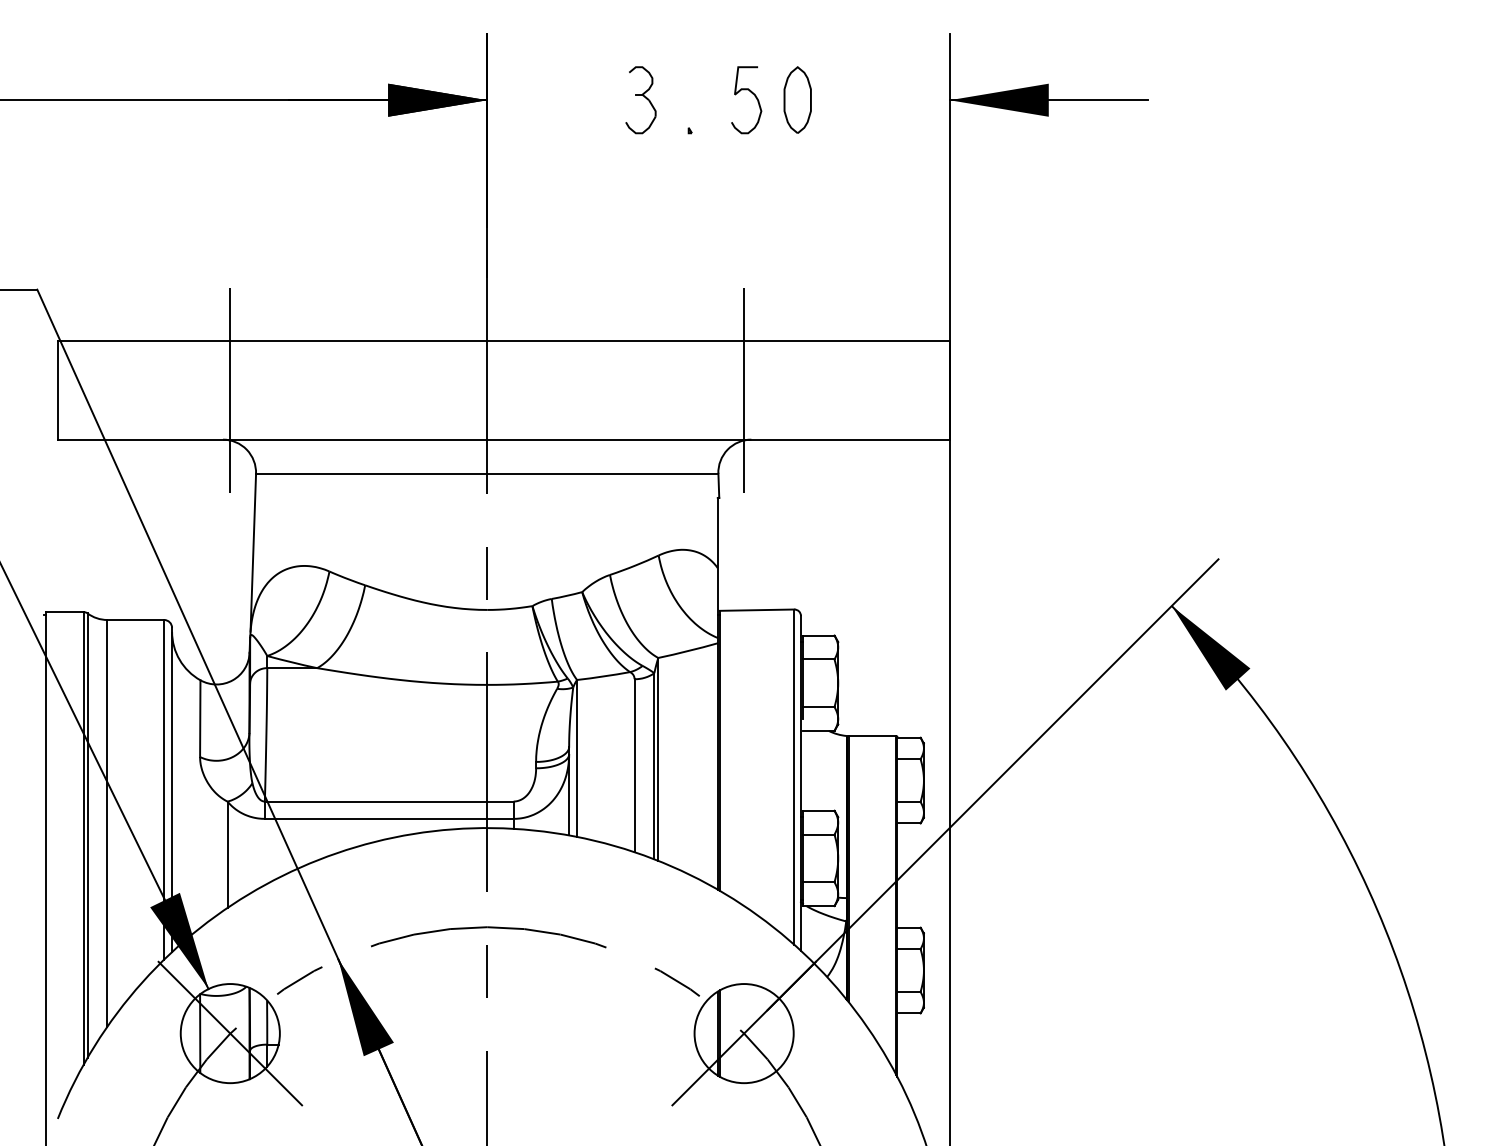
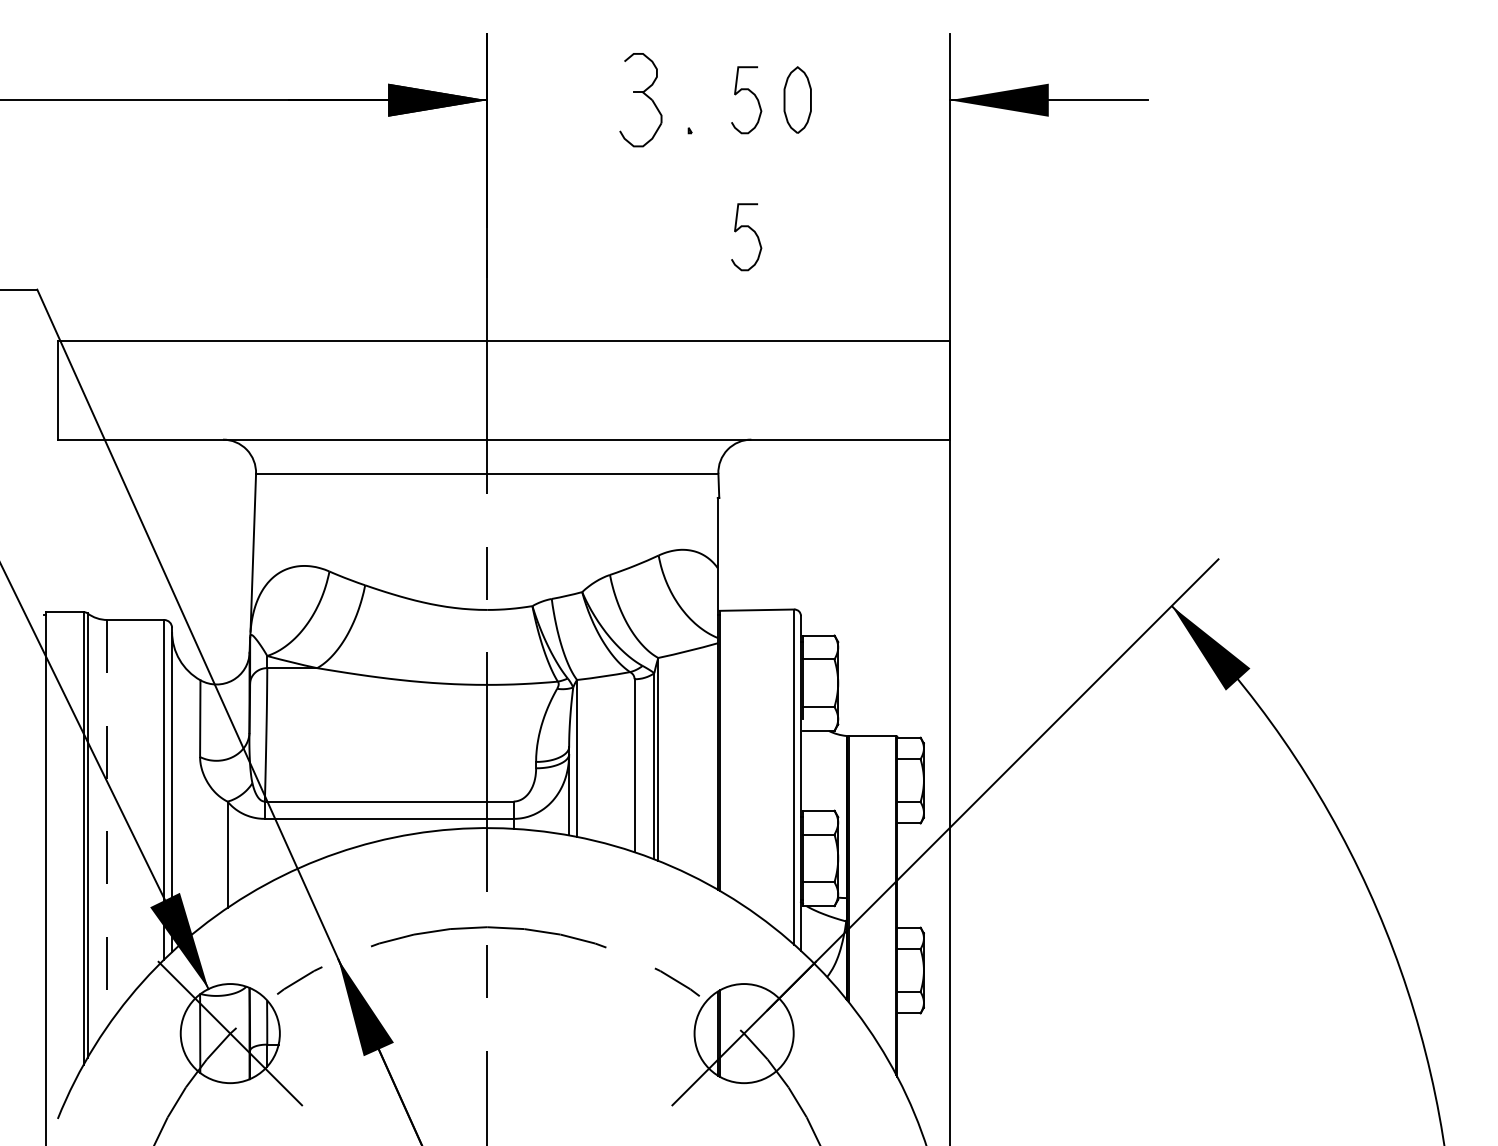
part at (640, 100) size: 32x69 px -> 44x95 px
curve at (752, 231): none -> present
line at (230, 389): present -> none
line at (744, 389): present -> none
line at (107, 823): solid -> dashed
